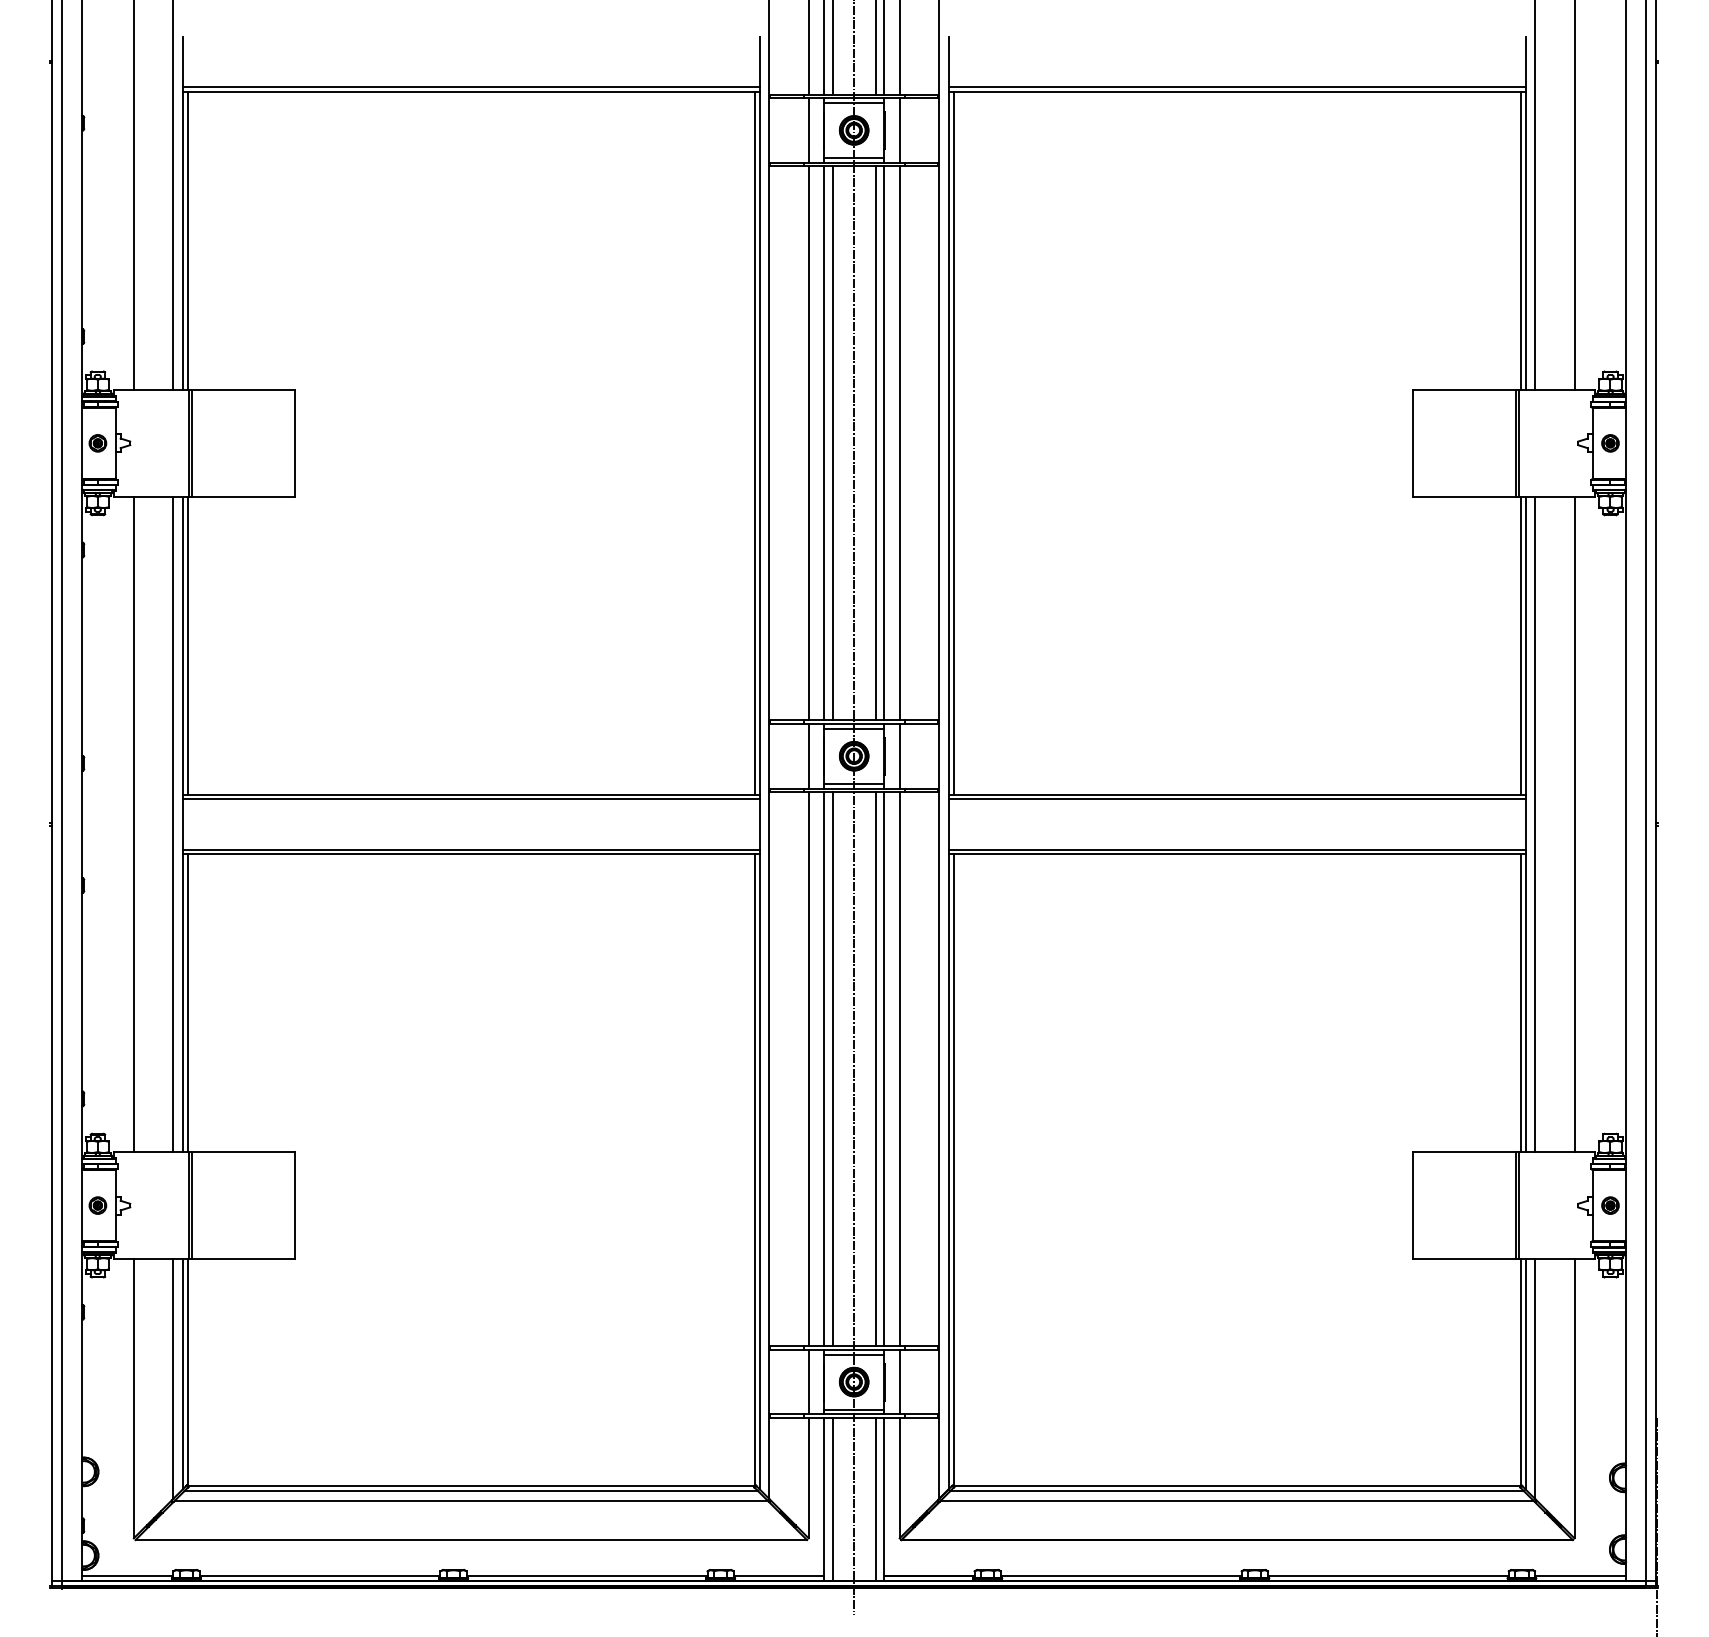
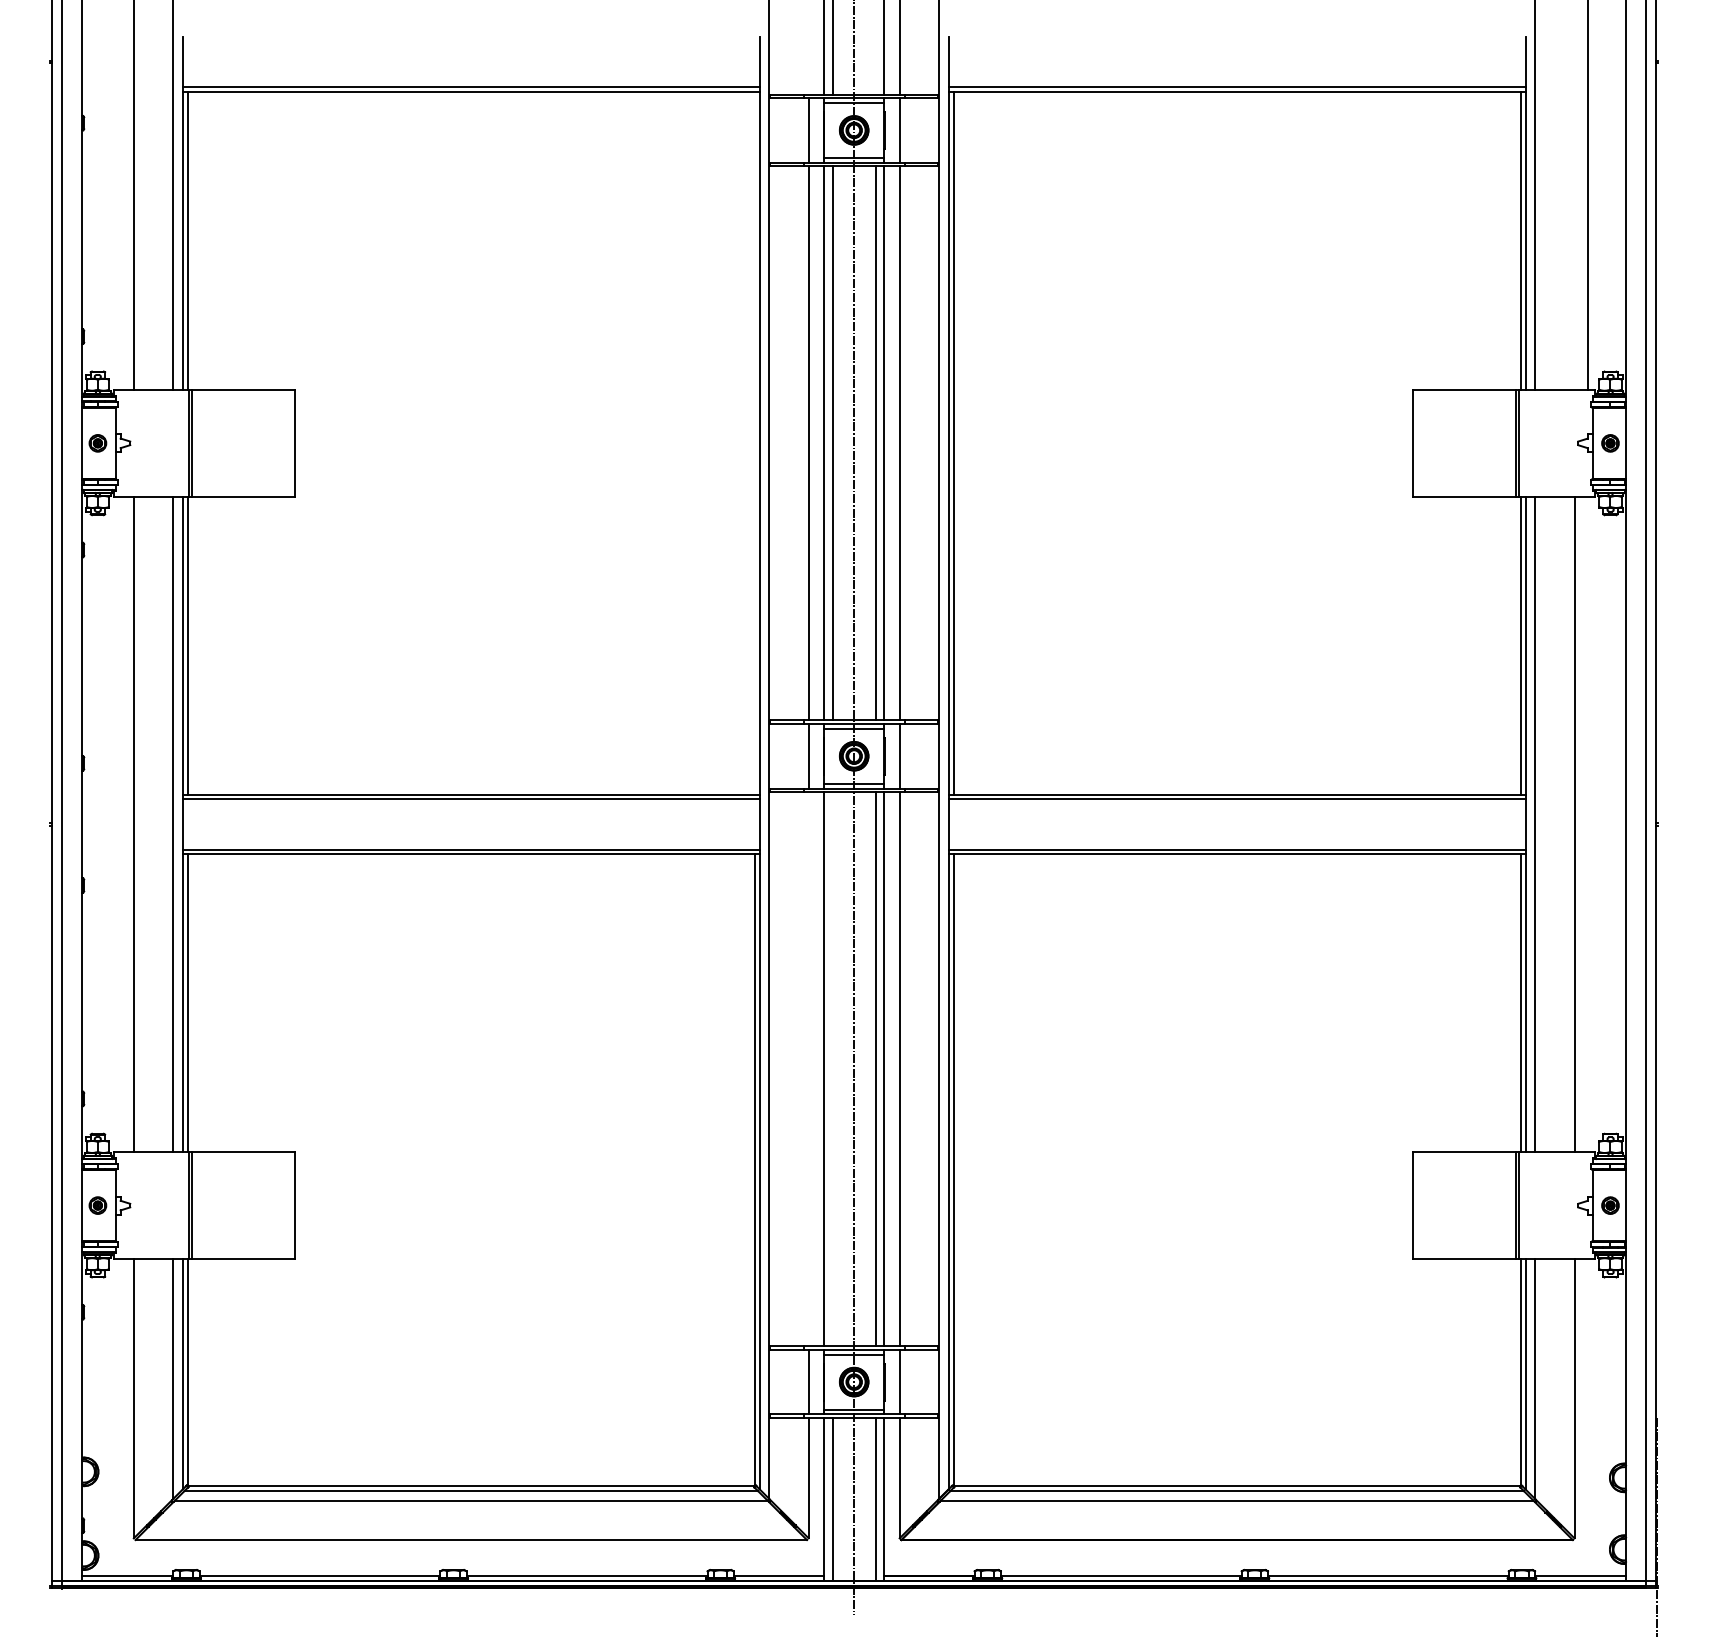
line at (808, 48): present -> none
line at (875, 48): present -> none
line at (1574, 195) position: (1574, 195) -> (1587, 195)
line at (754, 443): present -> none
line at (808, 1069): present -> none
line at (832, 1069): present -> none
